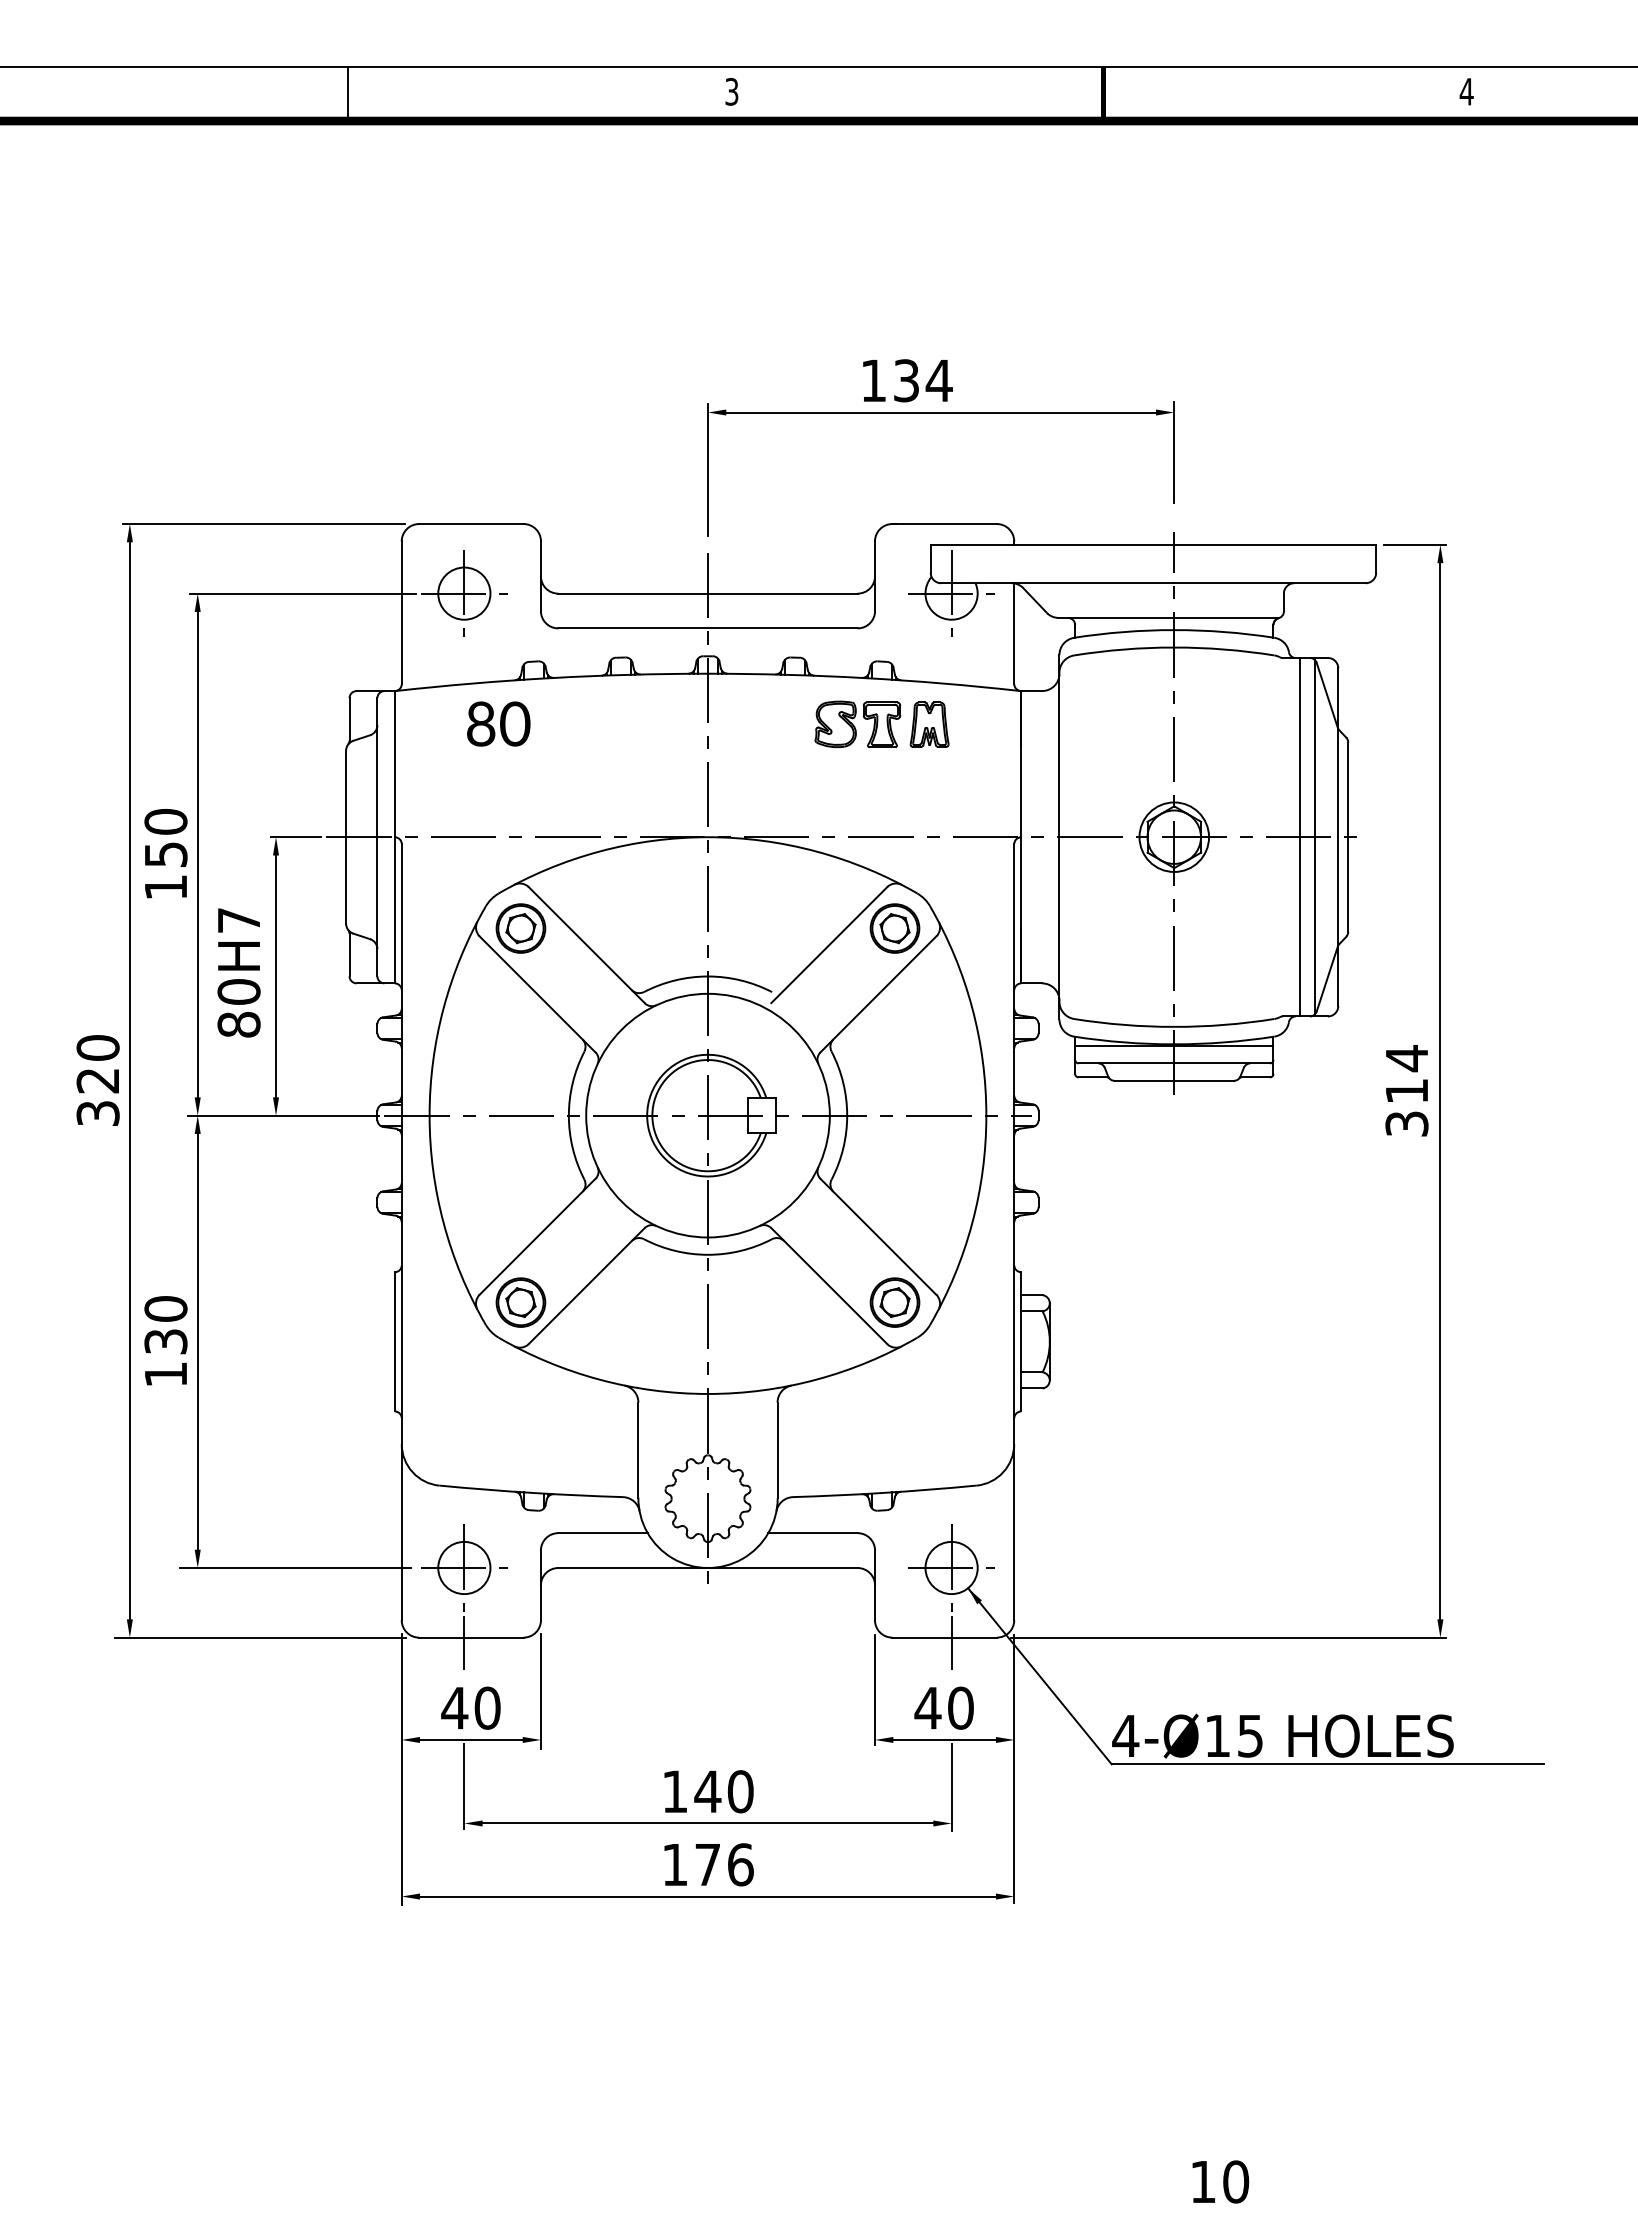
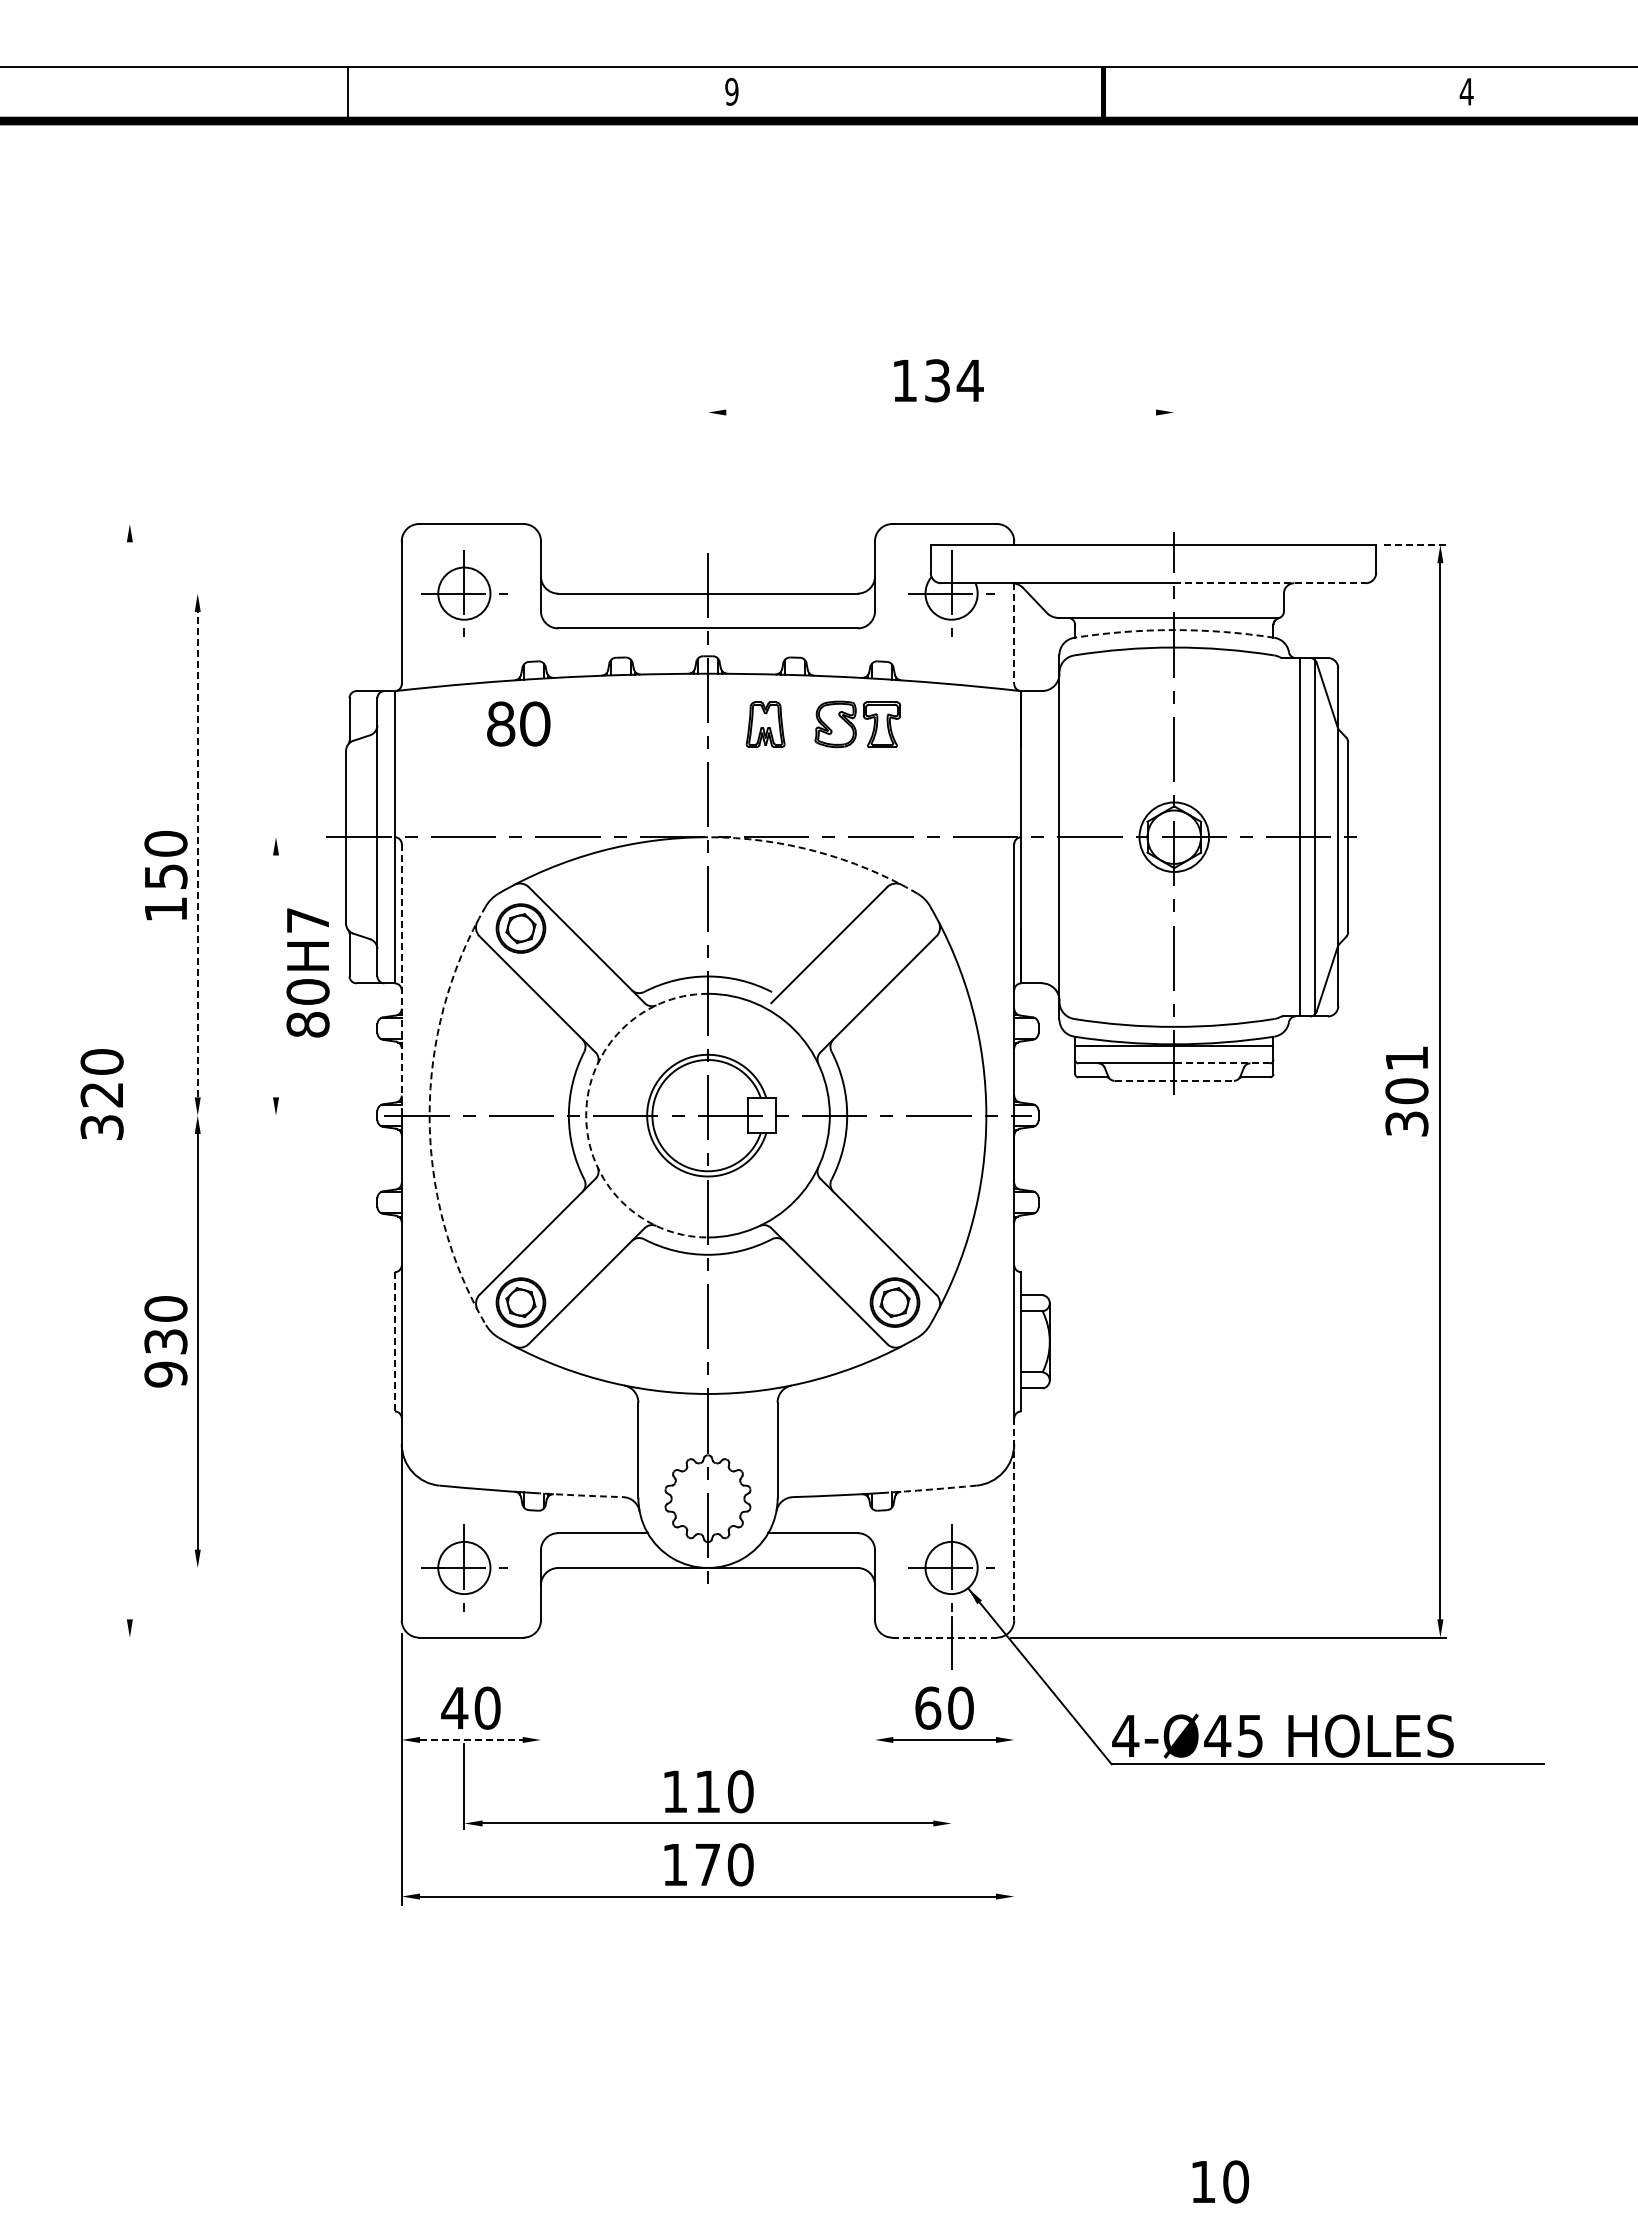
text at (731, 91): 3 -> 9
text at (907, 380) position: (907, 380) -> (938, 380)
line at (941, 412): present -> none
line at (1174, 451): present -> none
line at (708, 469): present -> none
line at (263, 524): present -> none
line at (1414, 544): solid -> dashed
line at (1270, 583): solid -> dashed
line at (302, 593): present -> none
arc at (1174, 630): solid -> dashed
line at (1014, 634): solid -> dashed
text at (498, 723) position: (498, 723) -> (518, 723)
part at (929, 724) position: (929, 724) -> (765, 724)
line at (295, 837): present -> none
arc at (816, 851): solid -> dashed
text at (165, 853) position: (165, 853) -> (165, 875)
line at (197, 854): solid -> dashed
part at (894, 928): present -> none
text at (238, 972) position: (238, 972) -> (307, 972)
line at (276, 976): present -> none
line at (401, 979): solid -> dashed
line at (1222, 1063): solid -> dashed
text at (1406, 1074): 314 -> 301
text at (97, 1080) position: (97, 1080) -> (101, 1094)
line at (129, 1080): present -> none
line at (1174, 1080): solid -> dashed
line at (283, 1115): present -> none
arc at (429, 1115): solid -> dashed
arc at (586, 1115): solid -> dashed
line at (394, 1341): solid -> dashed
text at (165, 1374): 130 -> 930
arc at (929, 1489): solid -> dashed
arc at (578, 1495): solid -> dashed
line at (1014, 1519): solid -> dashed
line at (295, 1568): present -> none
line at (260, 1637): present -> none
line at (945, 1637): solid -> dashed
line at (464, 1642): present -> none
line at (875, 1689): present -> none
line at (541, 1690): present -> none
text at (927, 1707): 40 -> 60
text at (1217, 1735): 4-Ø15 -> 4-Ø45
line at (471, 1739): solid -> dashed
line at (1014, 1768): present -> none
line at (951, 1787): present -> none
text at (707, 1791): 140 -> 110
text at (740, 1864): 176 -> 170
